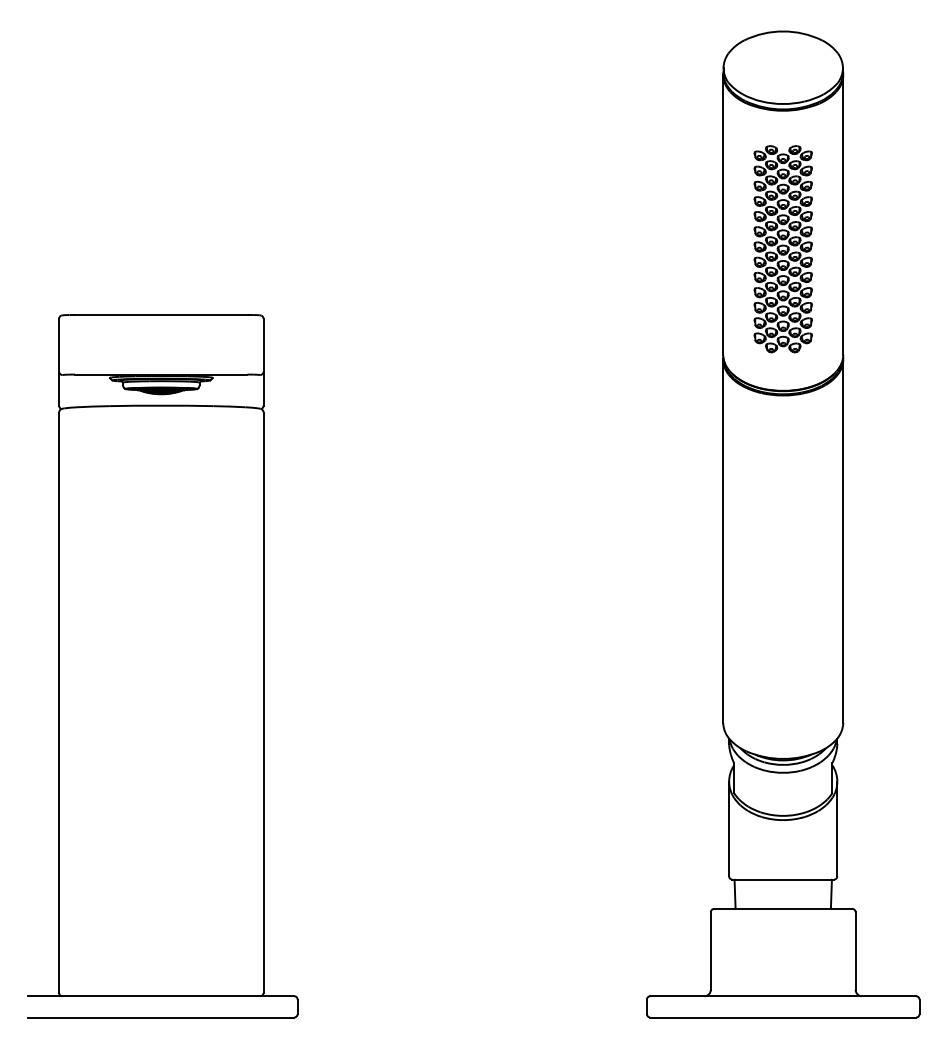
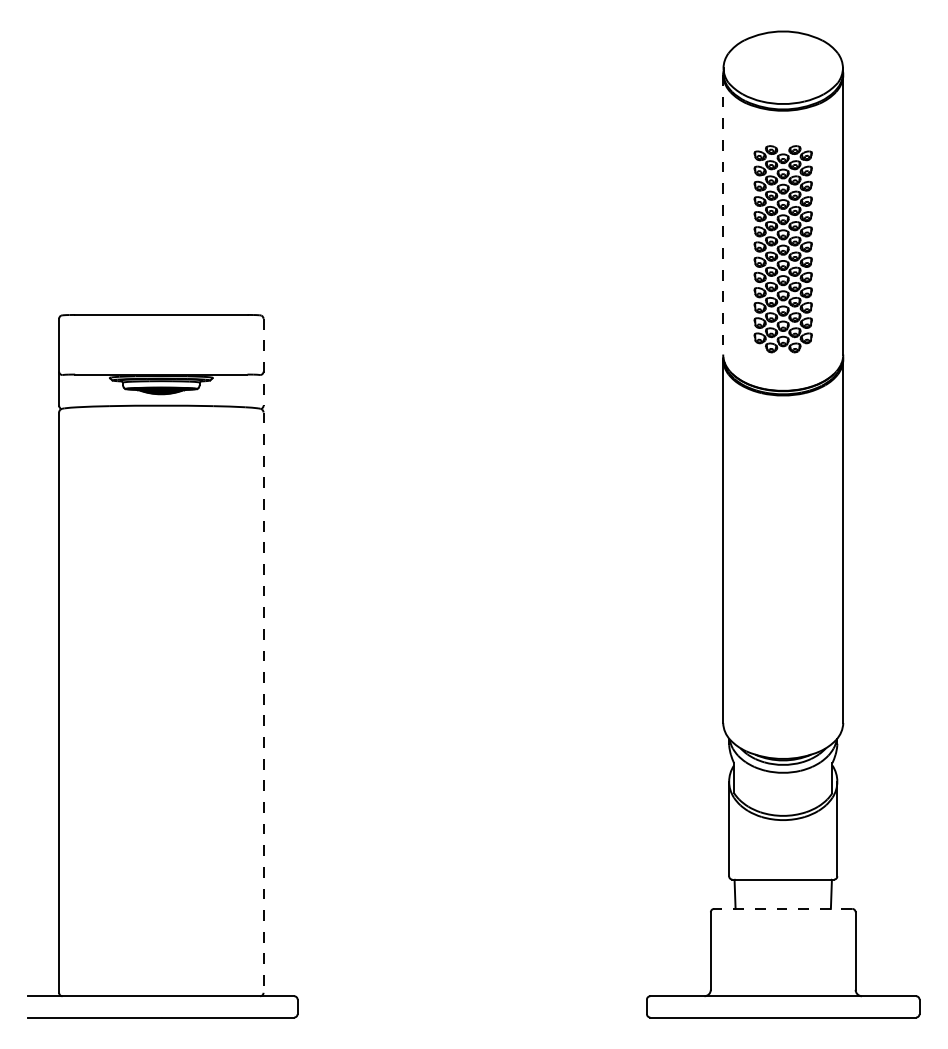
line at (723, 214): solid -> dashed
line at (263, 362): solid -> dashed
line at (263, 703): solid -> dashed
line at (782, 908): solid -> dashed
